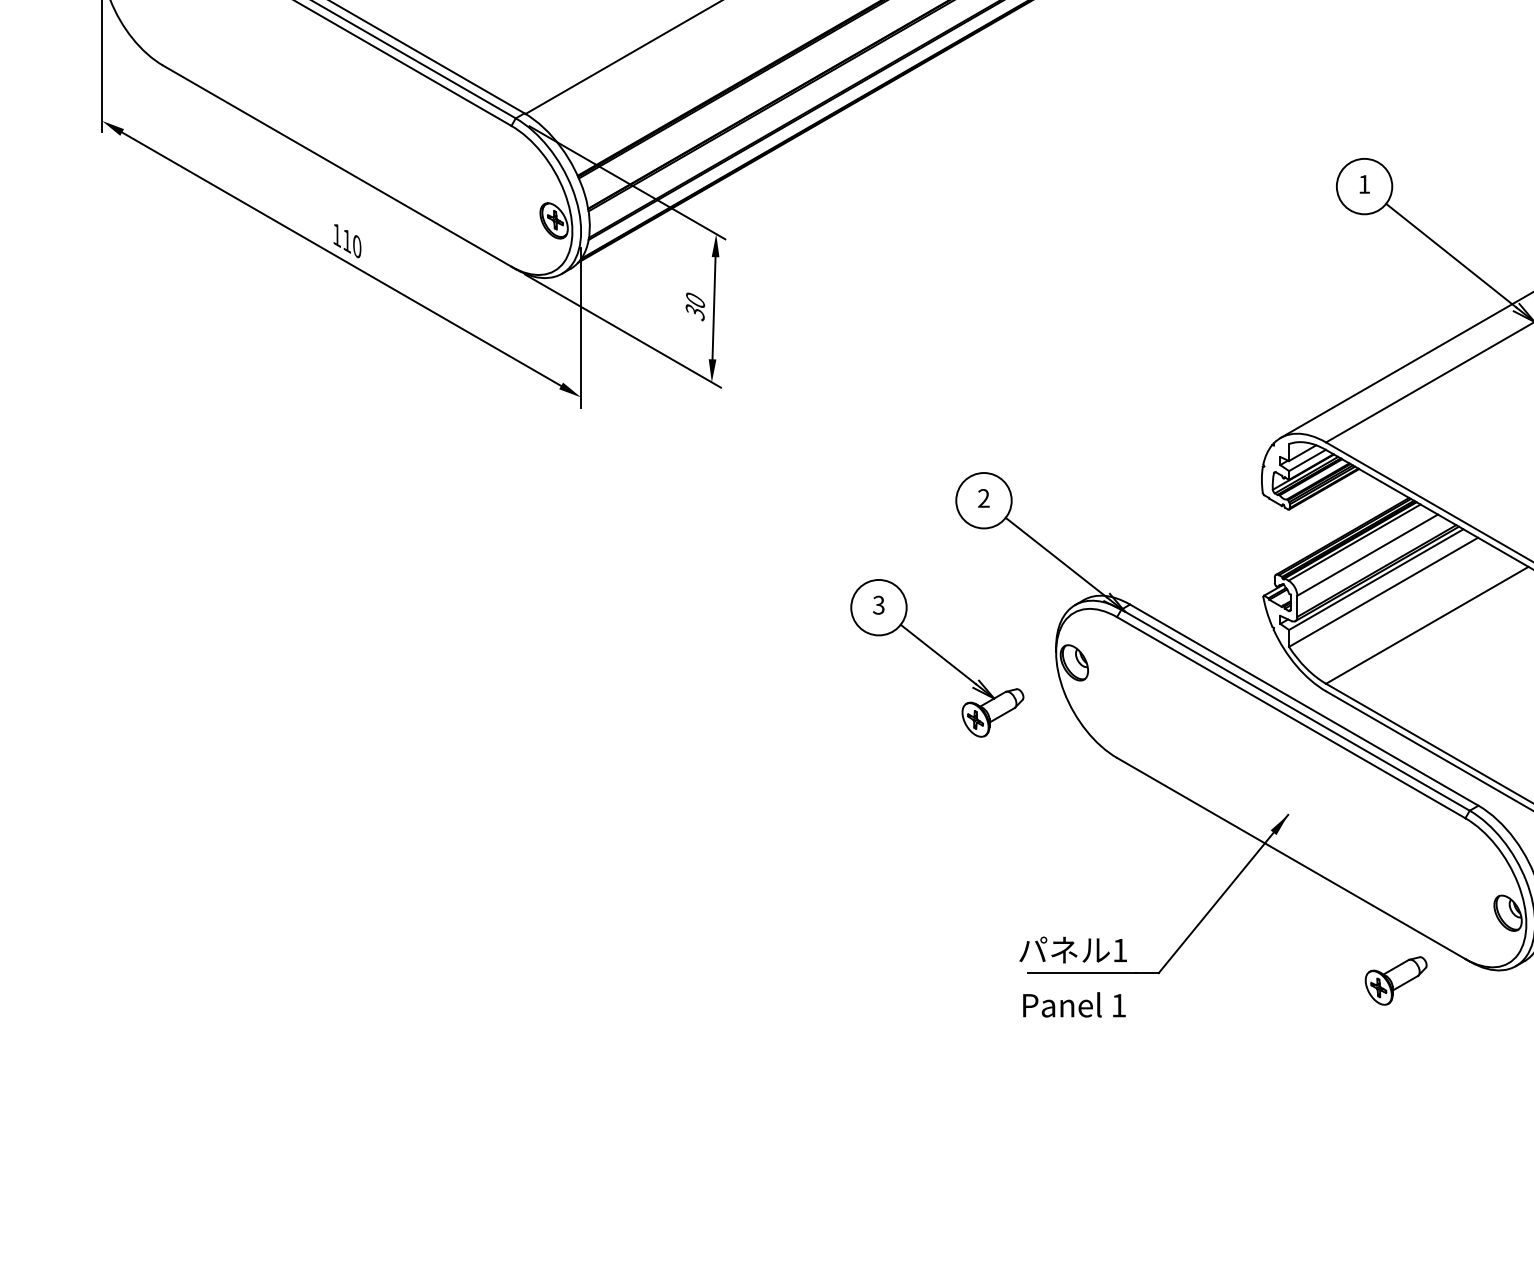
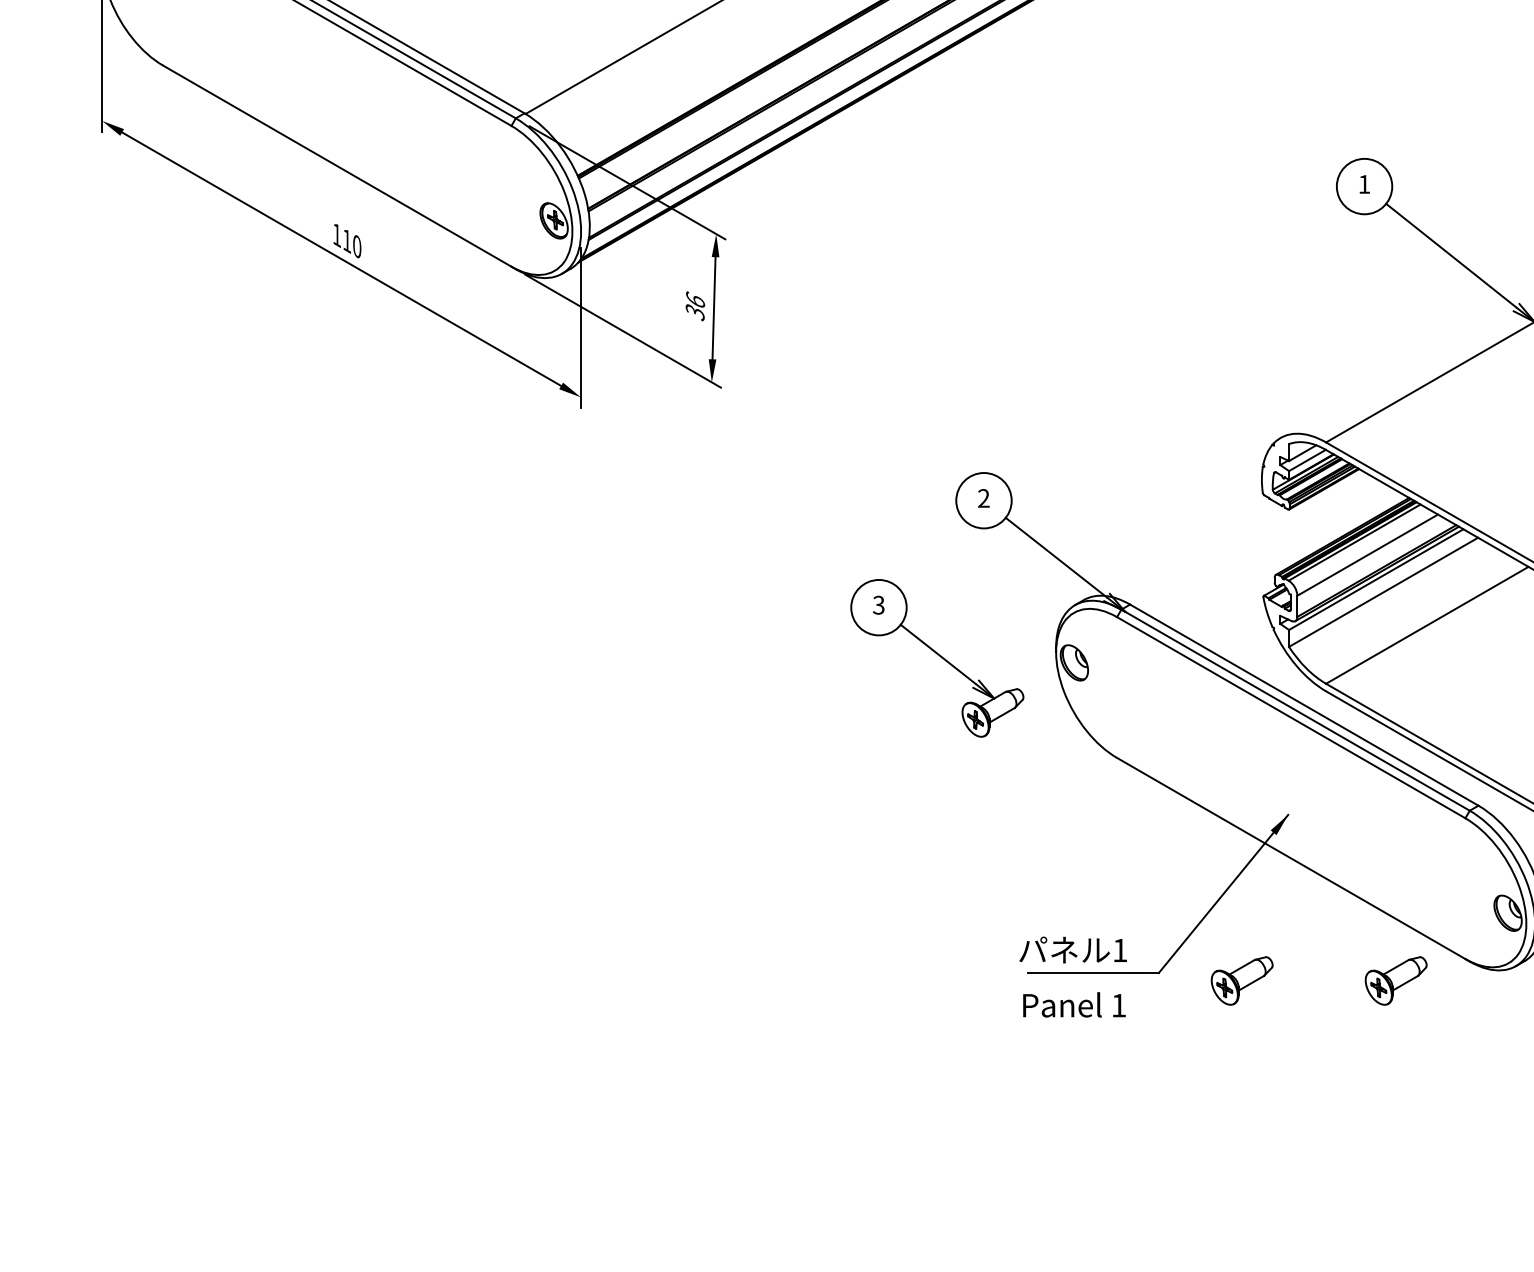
text at (695, 299): 30 -> 36
line at (1405, 365): present -> none
part at (1241, 980): none -> present
